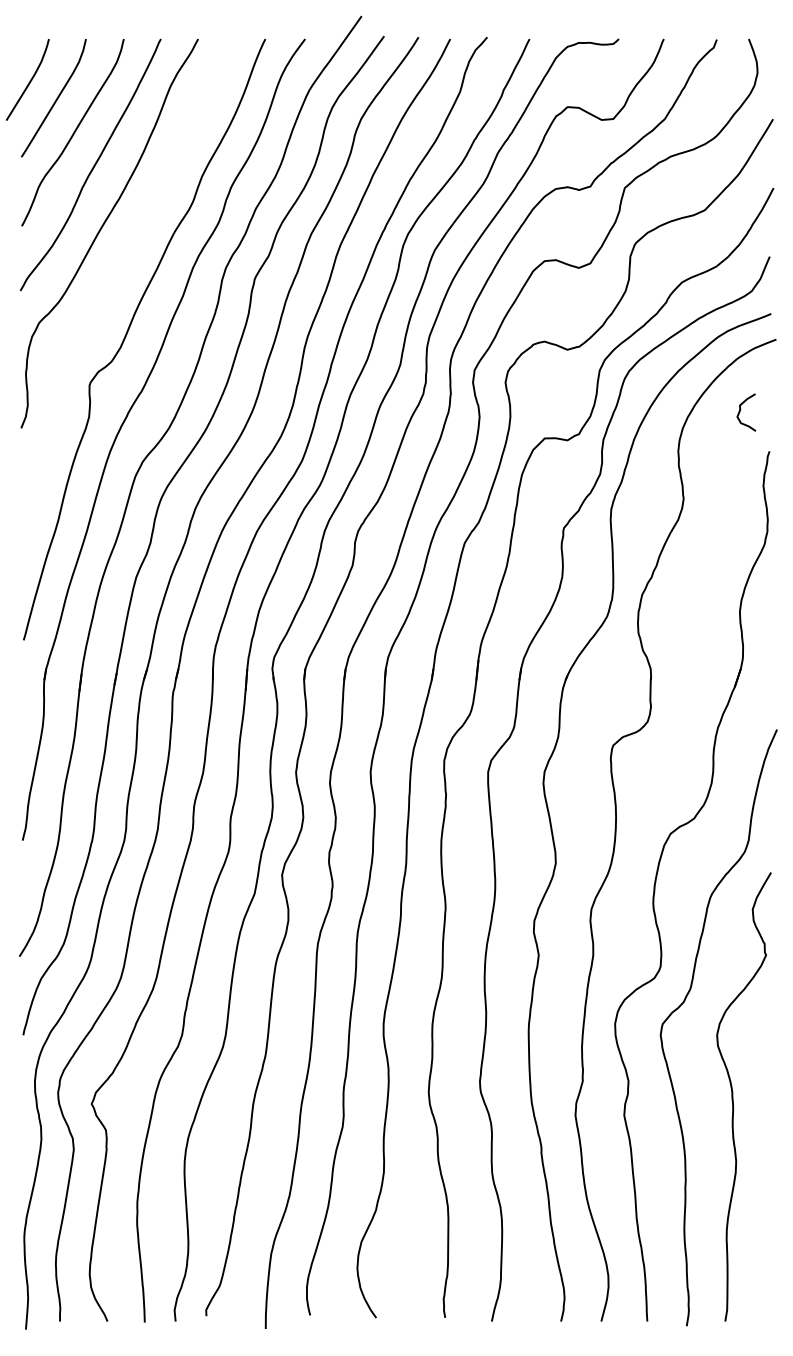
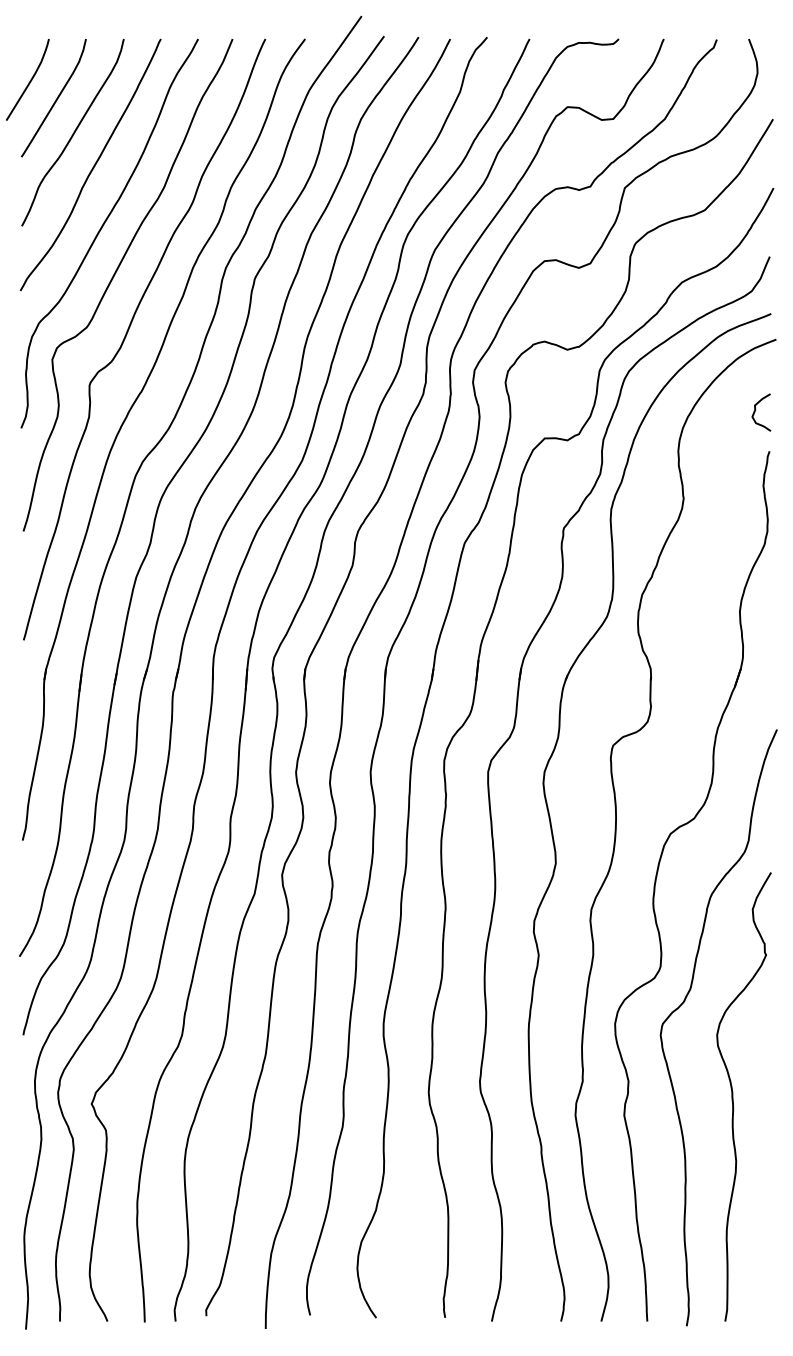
curve at (113, 278): none -> present
curve at (741, 409) position: (741, 409) -> (756, 409)
